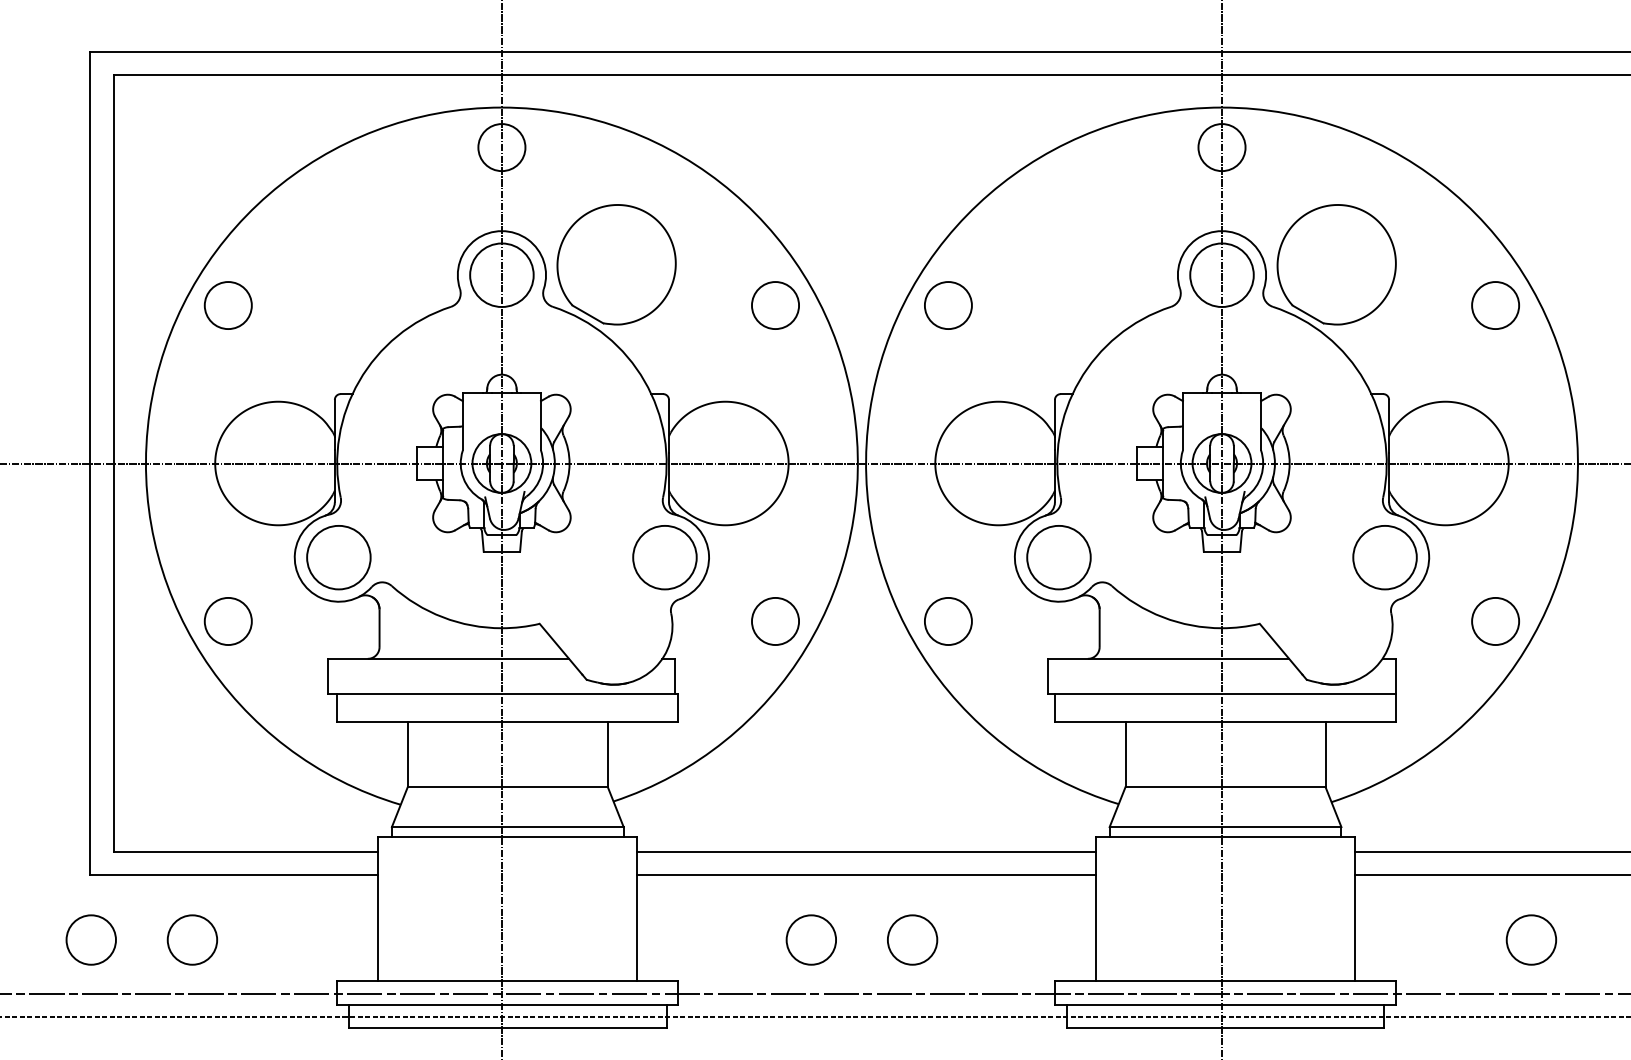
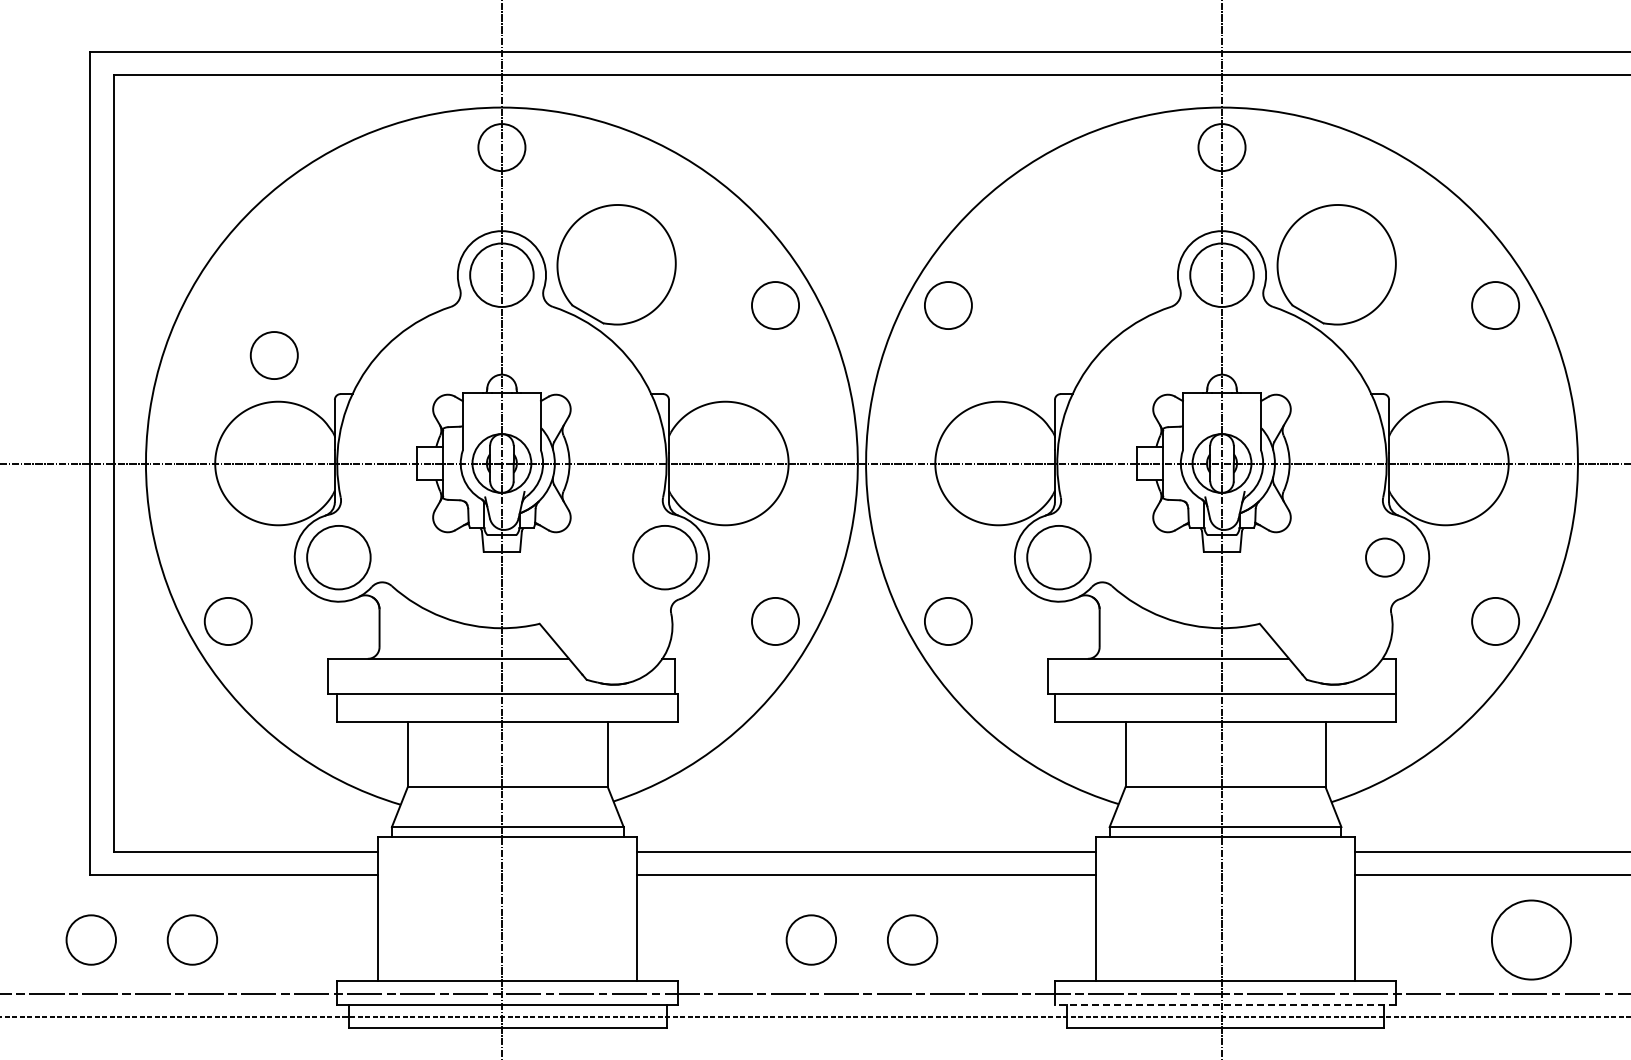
circle at (227, 305) position: (227, 305) -> (273, 355)
circle at (1384, 557) diameter: 64 px -> 38 px
circle at (1531, 939) diameter: 49 px -> 79 px
line at (1225, 1004): solid -> dashed
